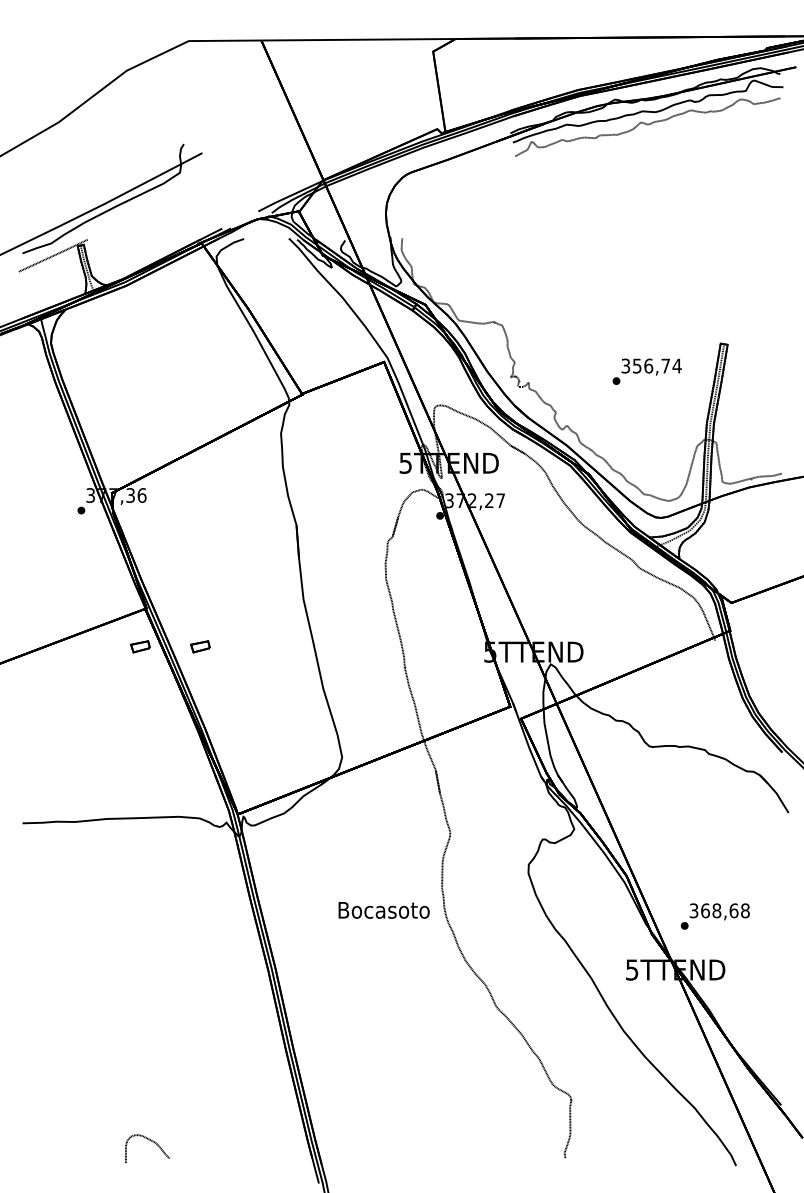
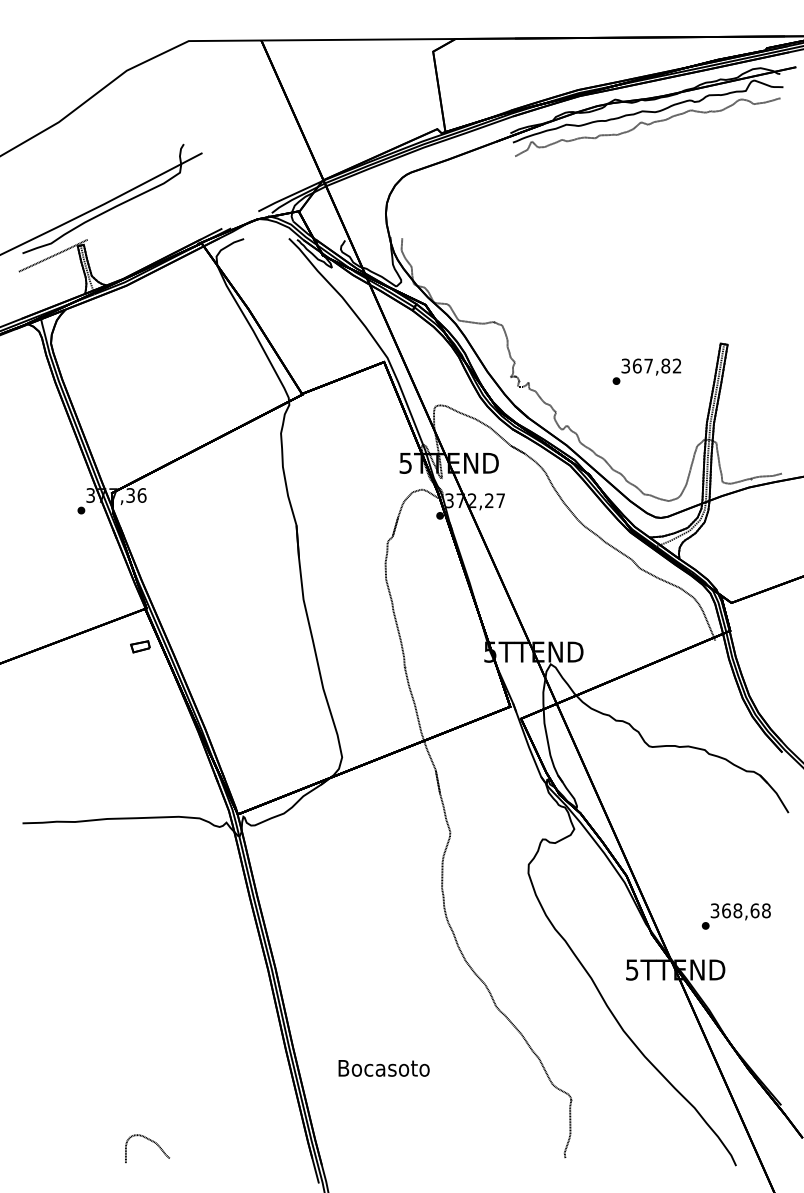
text at (656, 365): 356,74 -> 367,82
part at (200, 646): present -> none
text at (383, 910) position: (383, 910) -> (383, 1068)
text at (714, 916) position: (714, 916) -> (735, 916)
